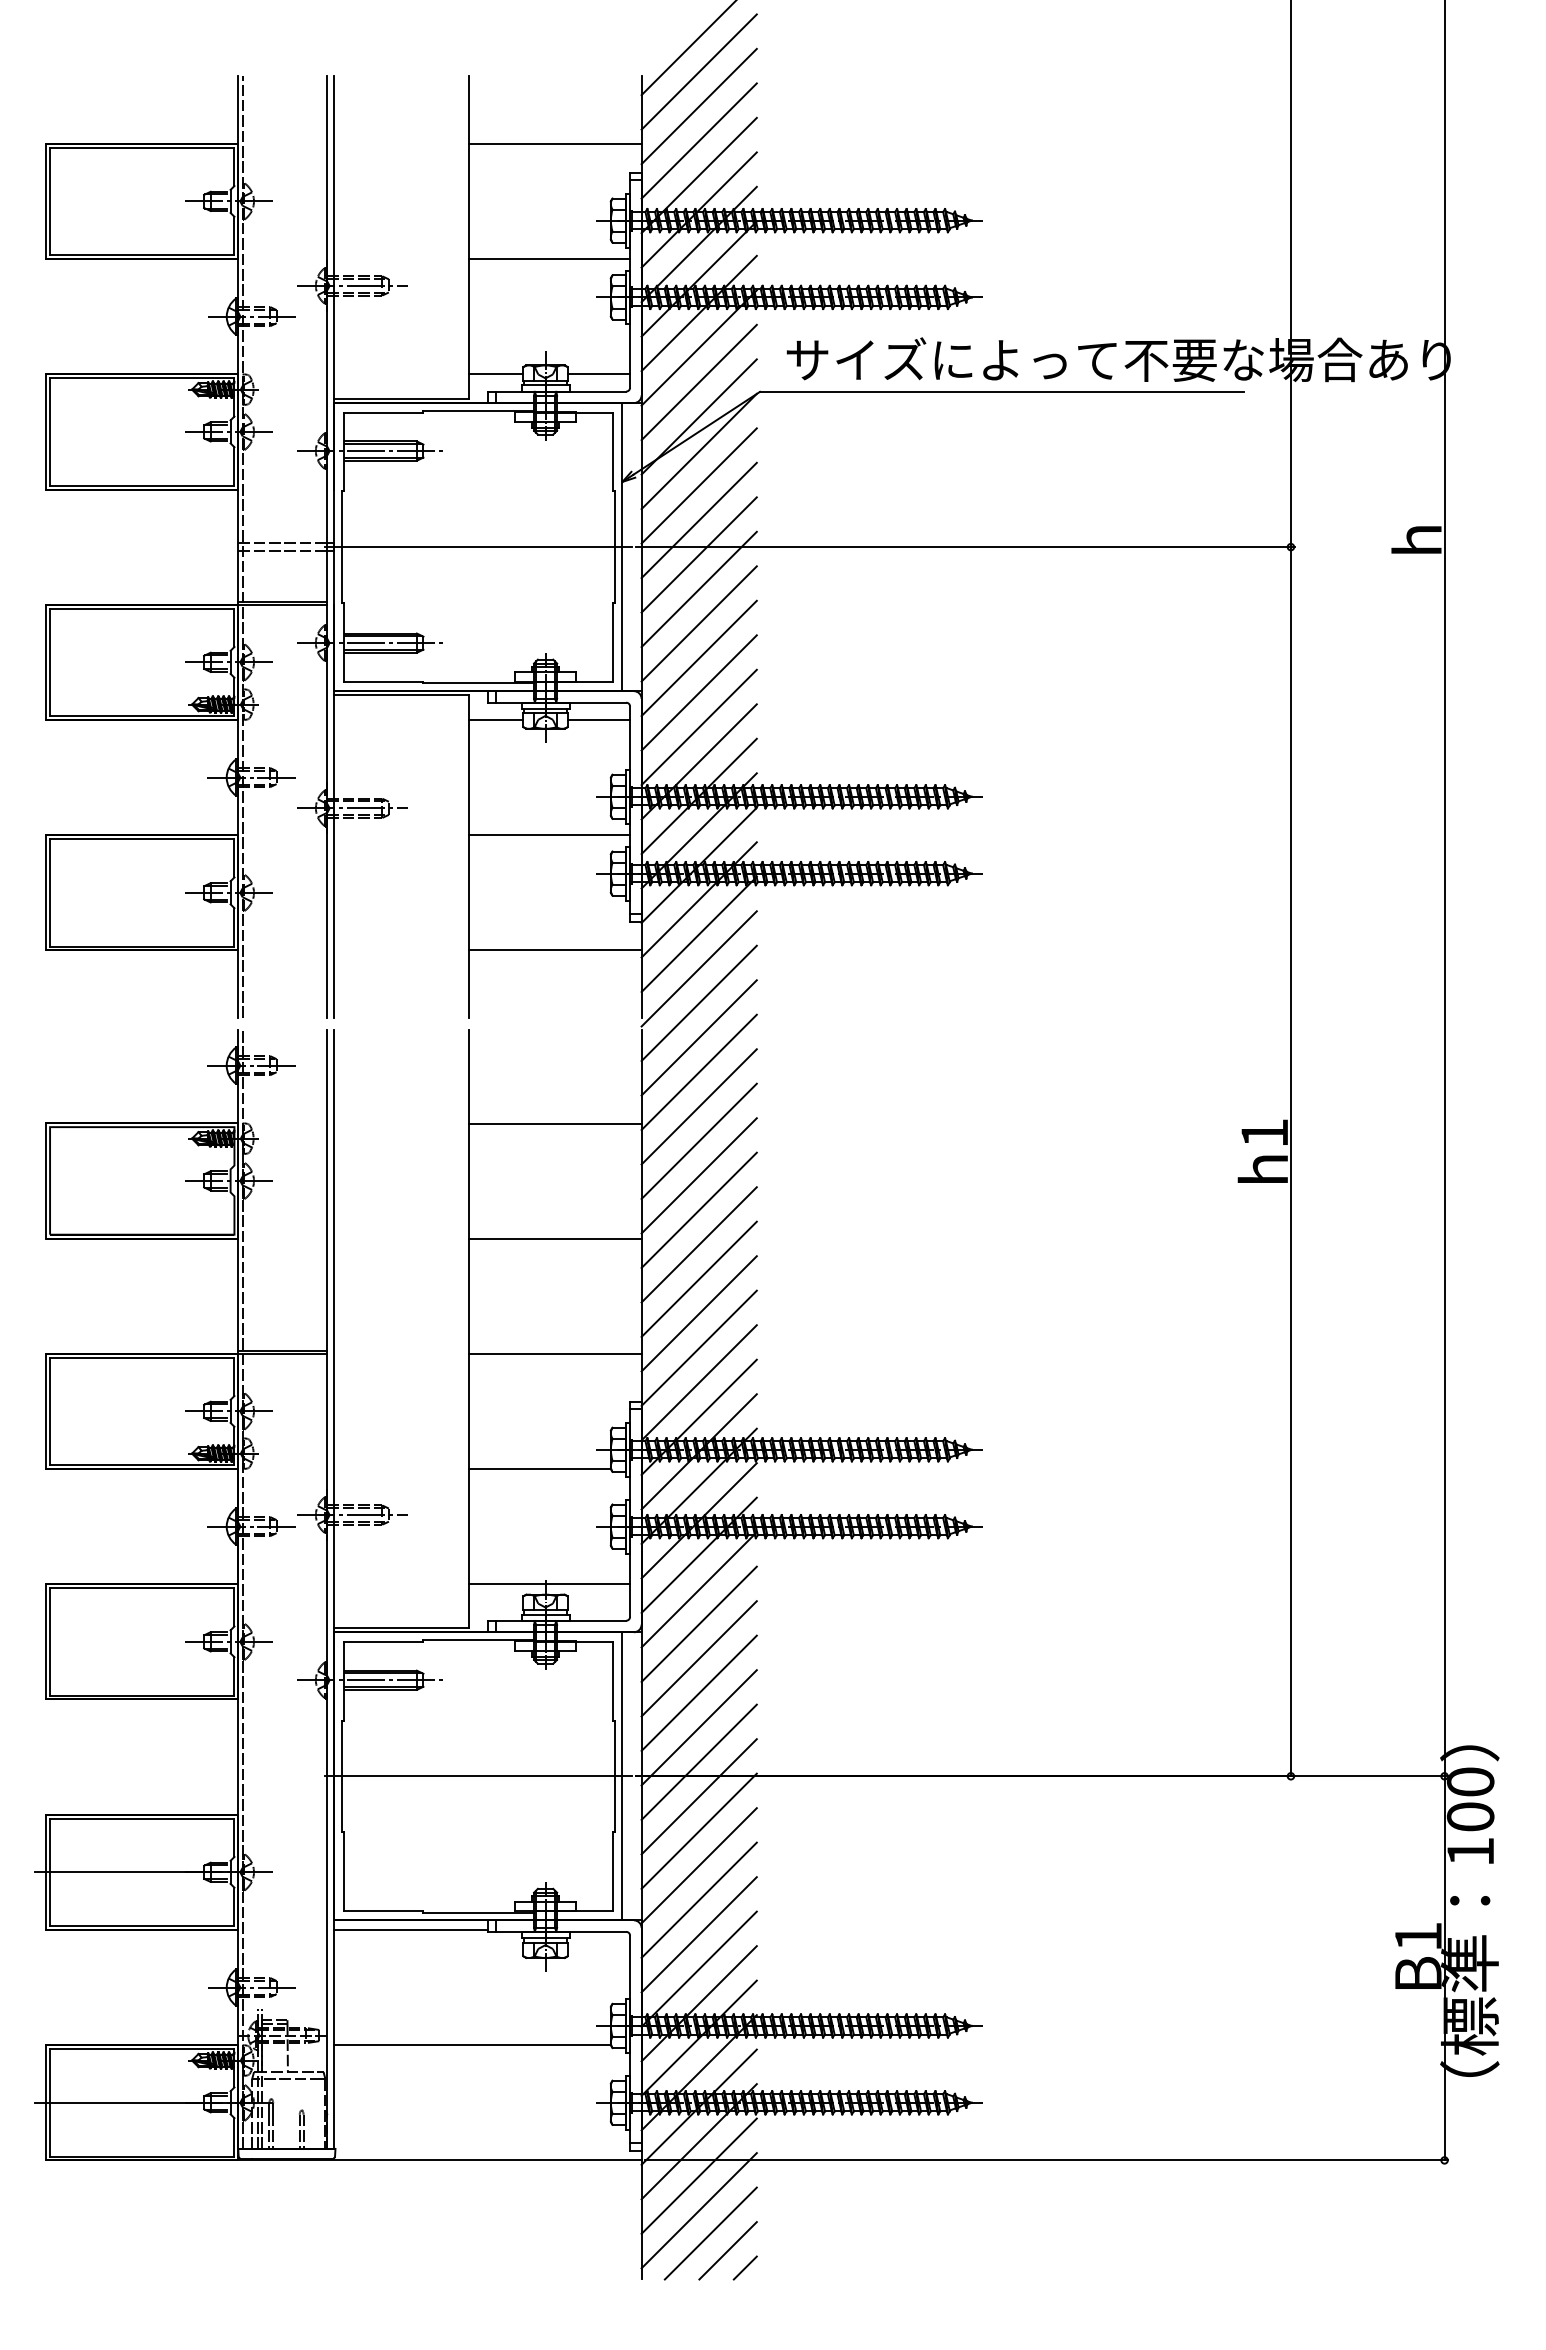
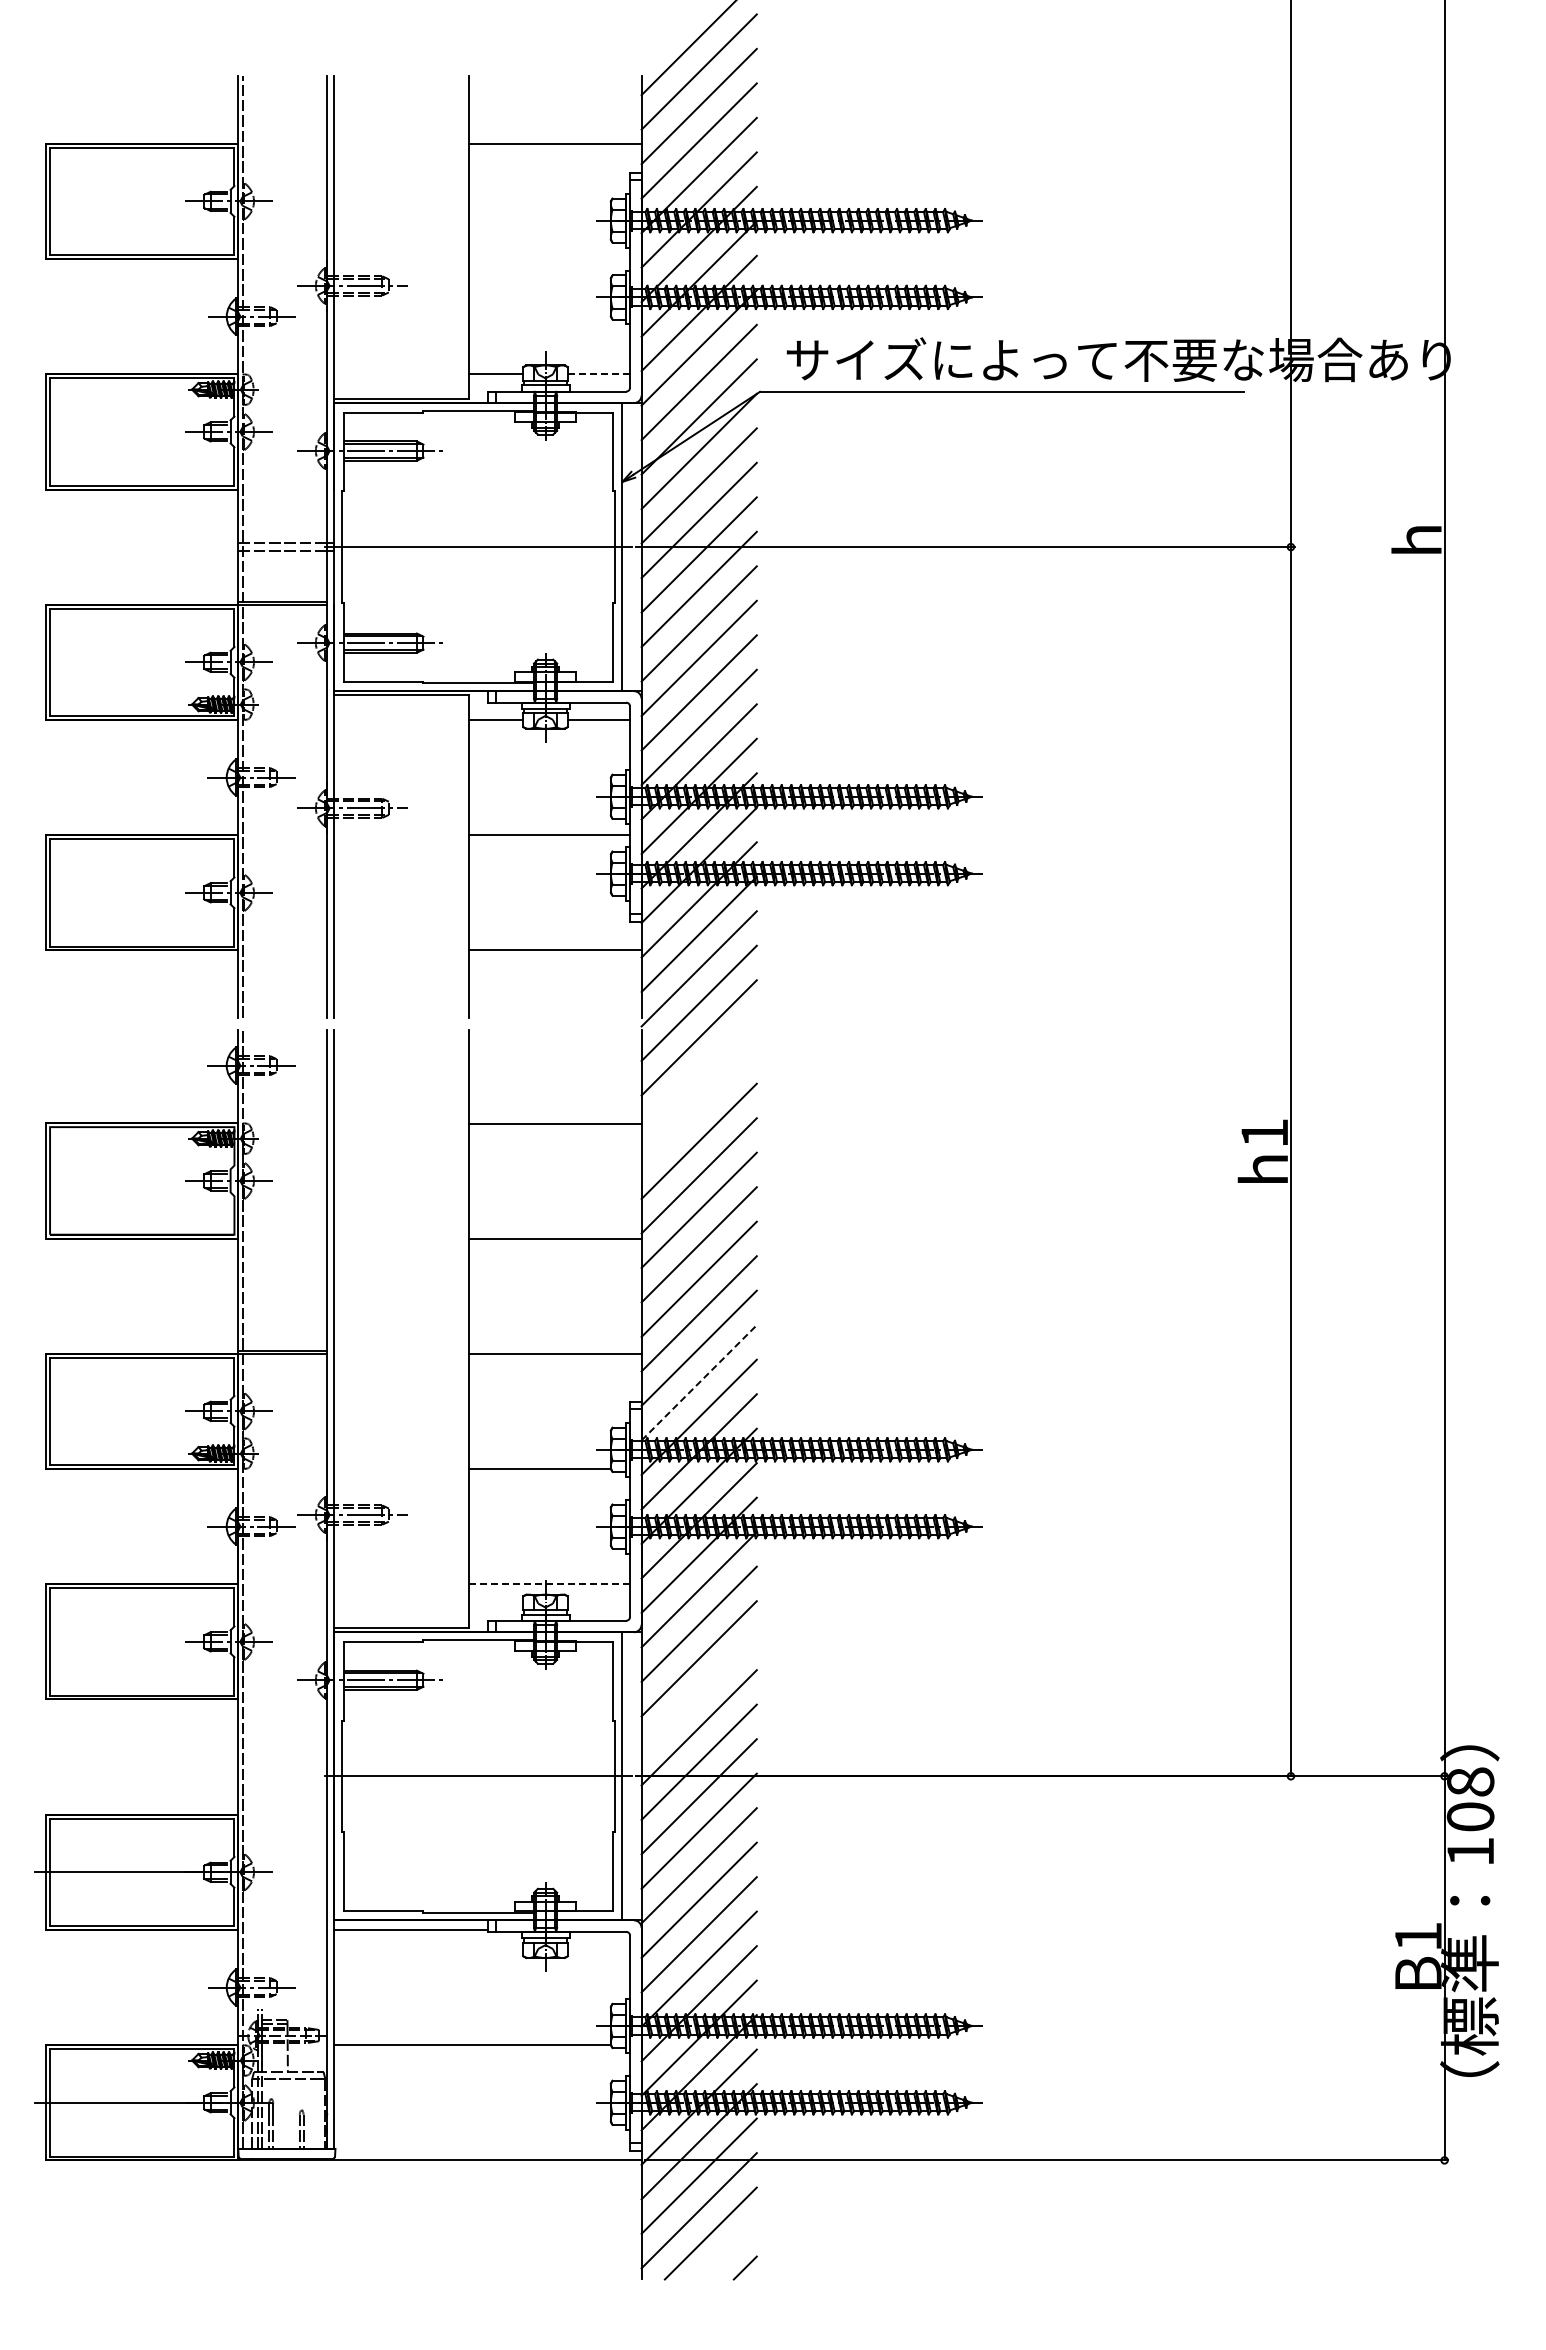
line at (549, 259): present -> none
line at (599, 374): solid -> dashed
line at (698, 1071): present -> none
line at (698, 1106): present -> none
line at (699, 1382): solid -> dashed
line at (549, 1584): solid -> dashed
line at (698, 1692): present -> none
text at (1470, 1781): 100 -> 108
line at (727, 2250): present -> none
